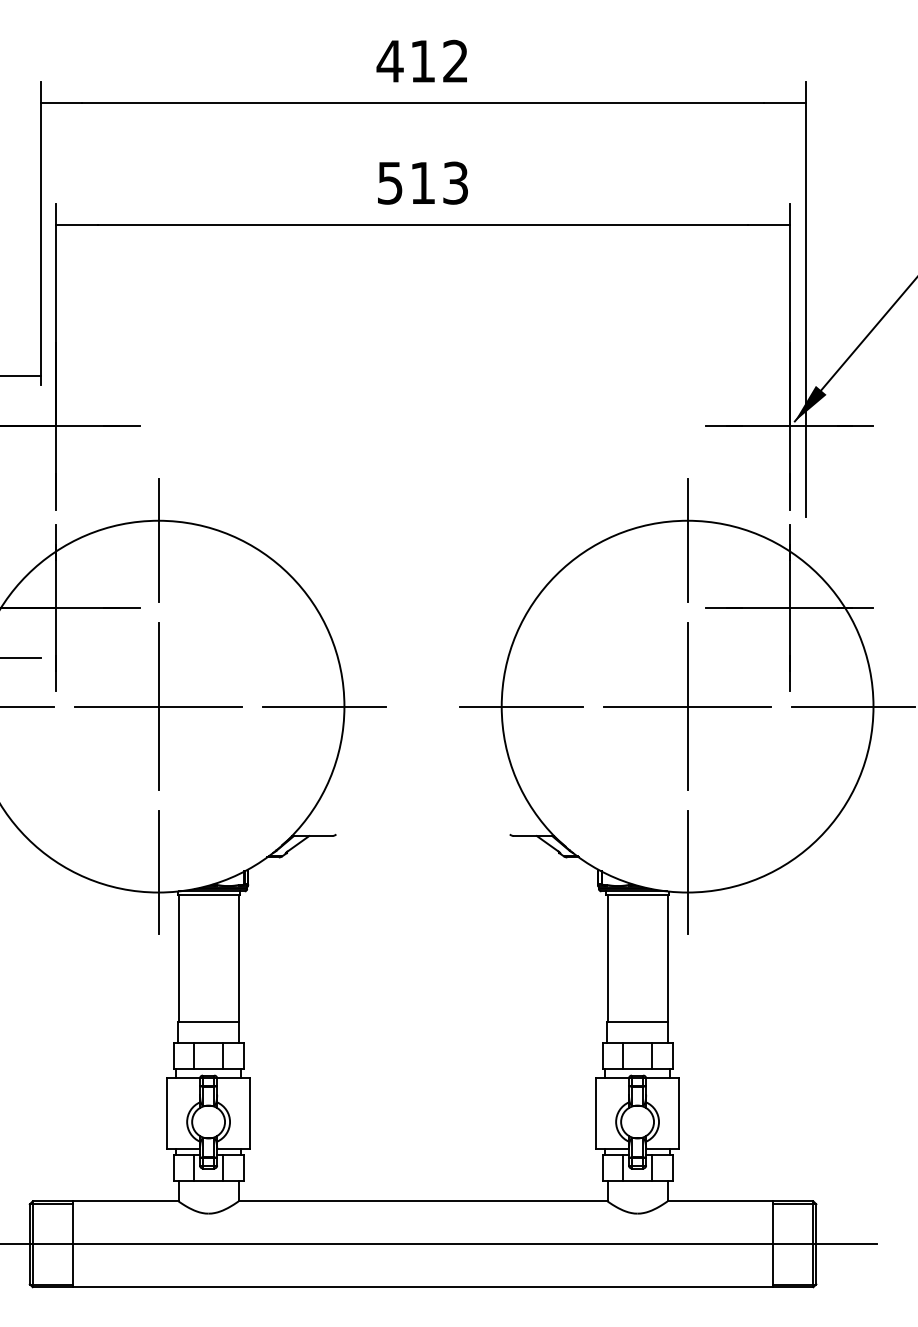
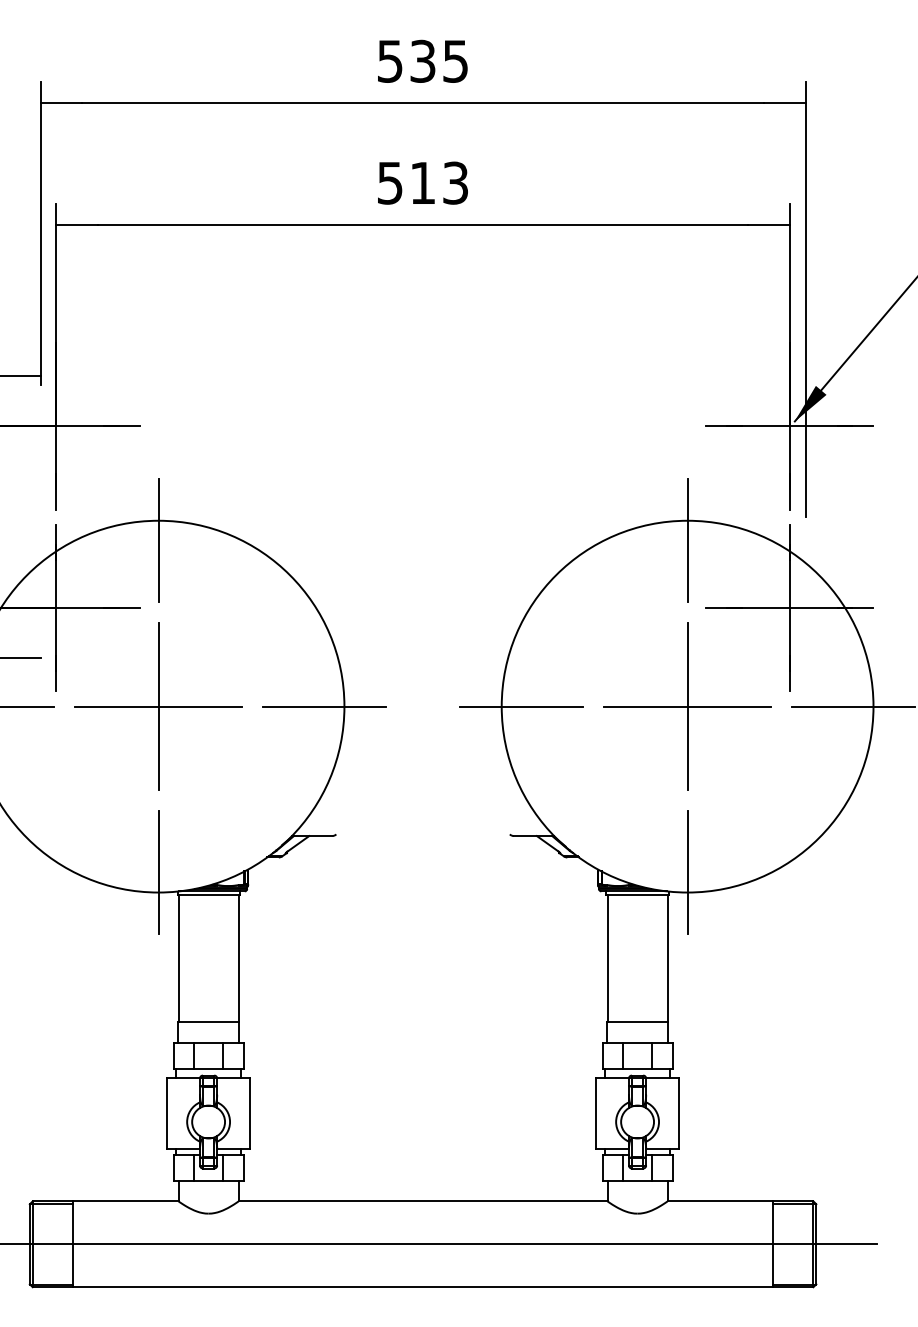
text at (421, 60): 412 -> 535
